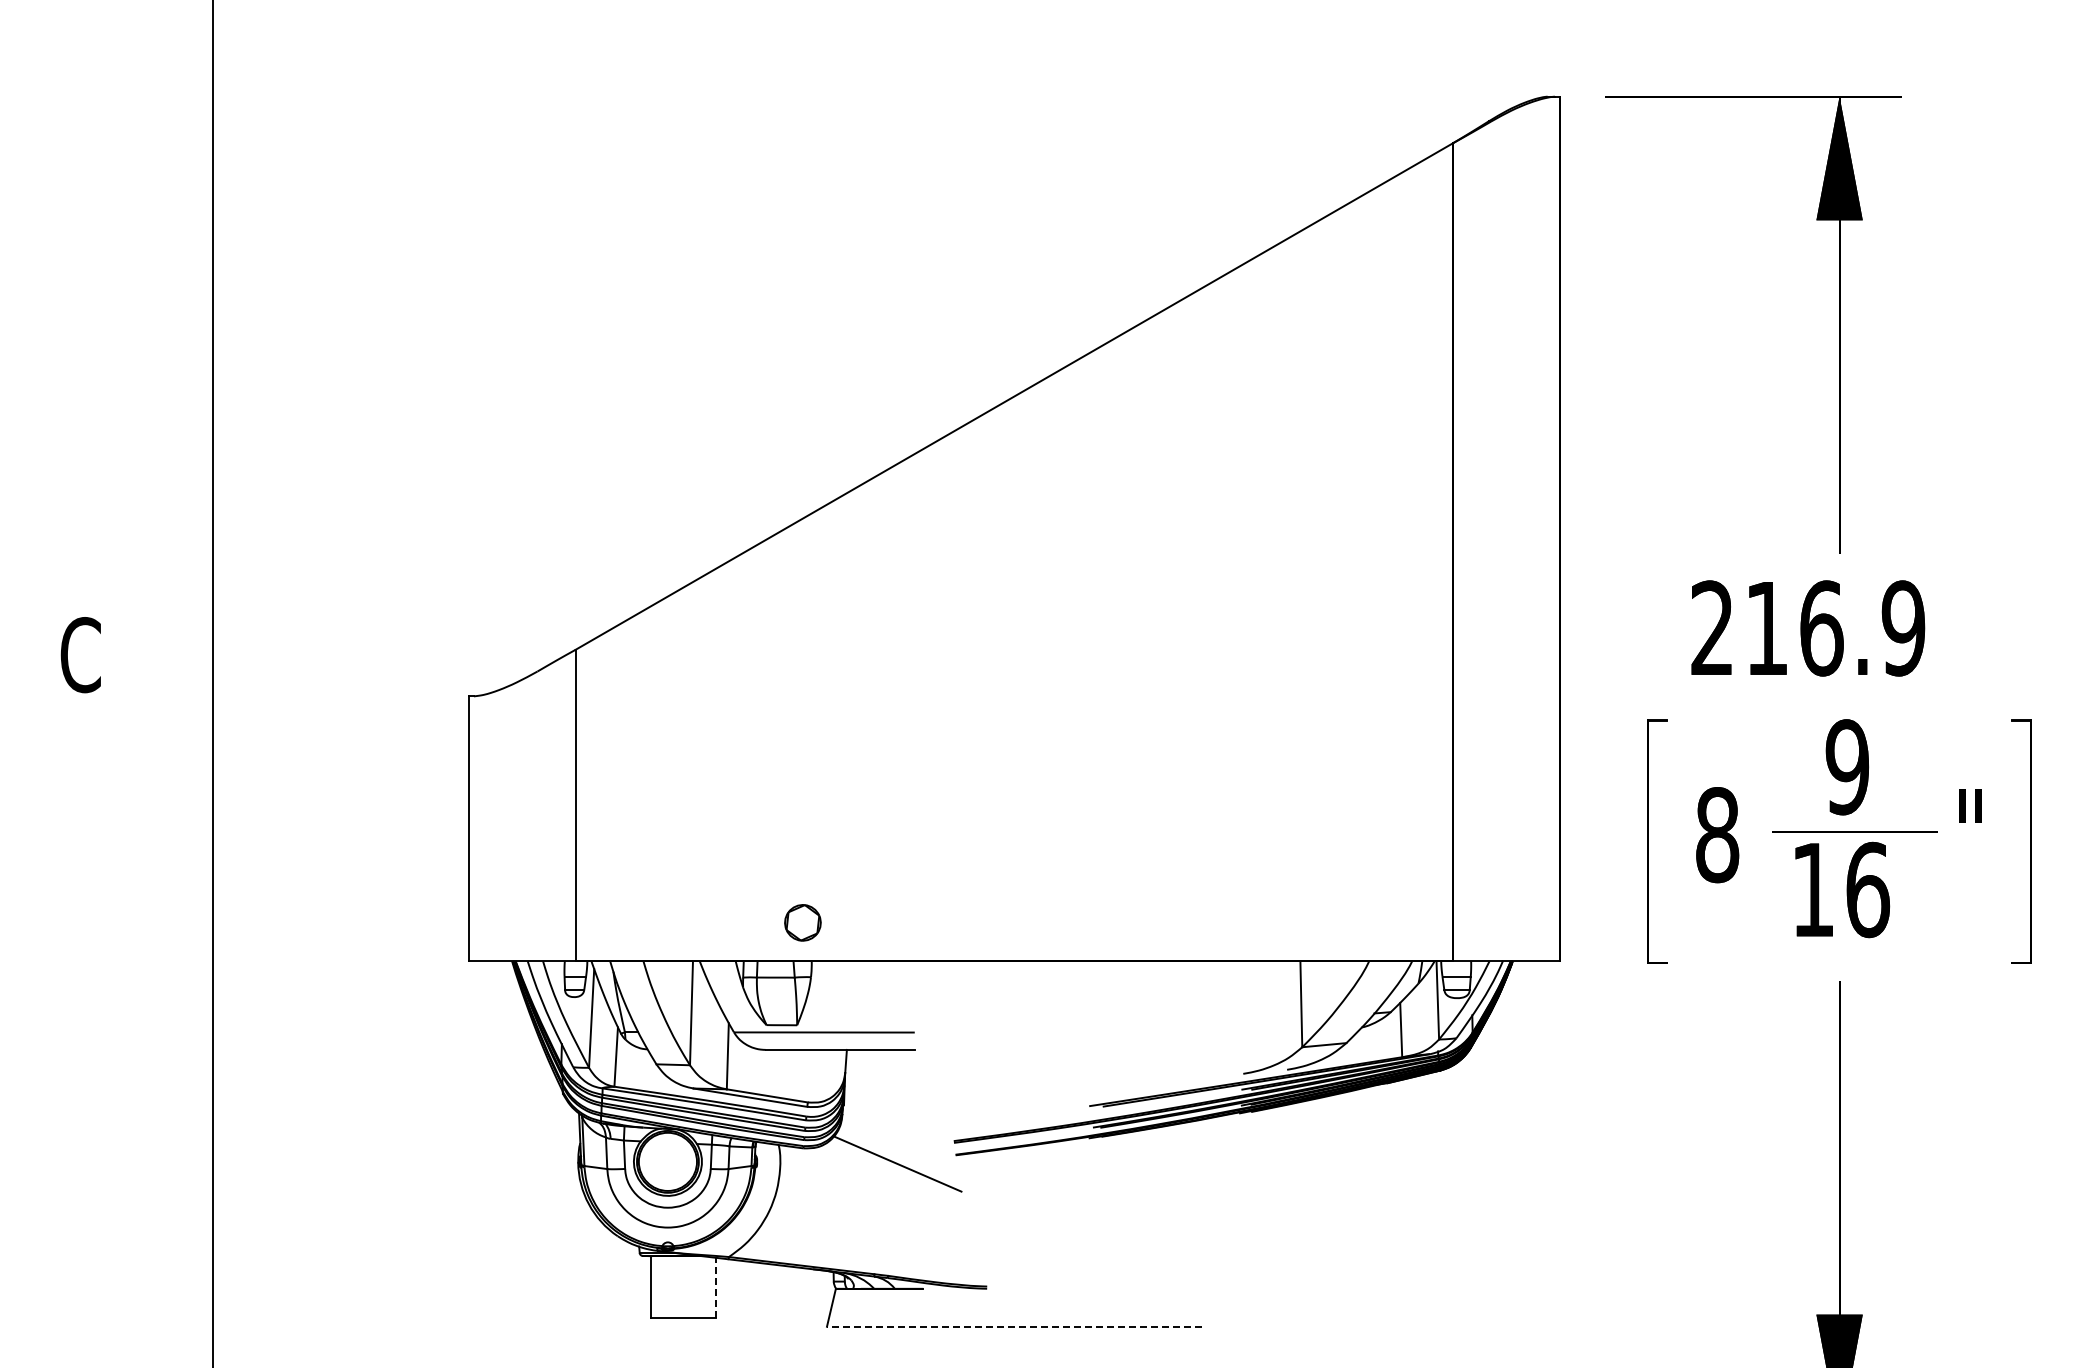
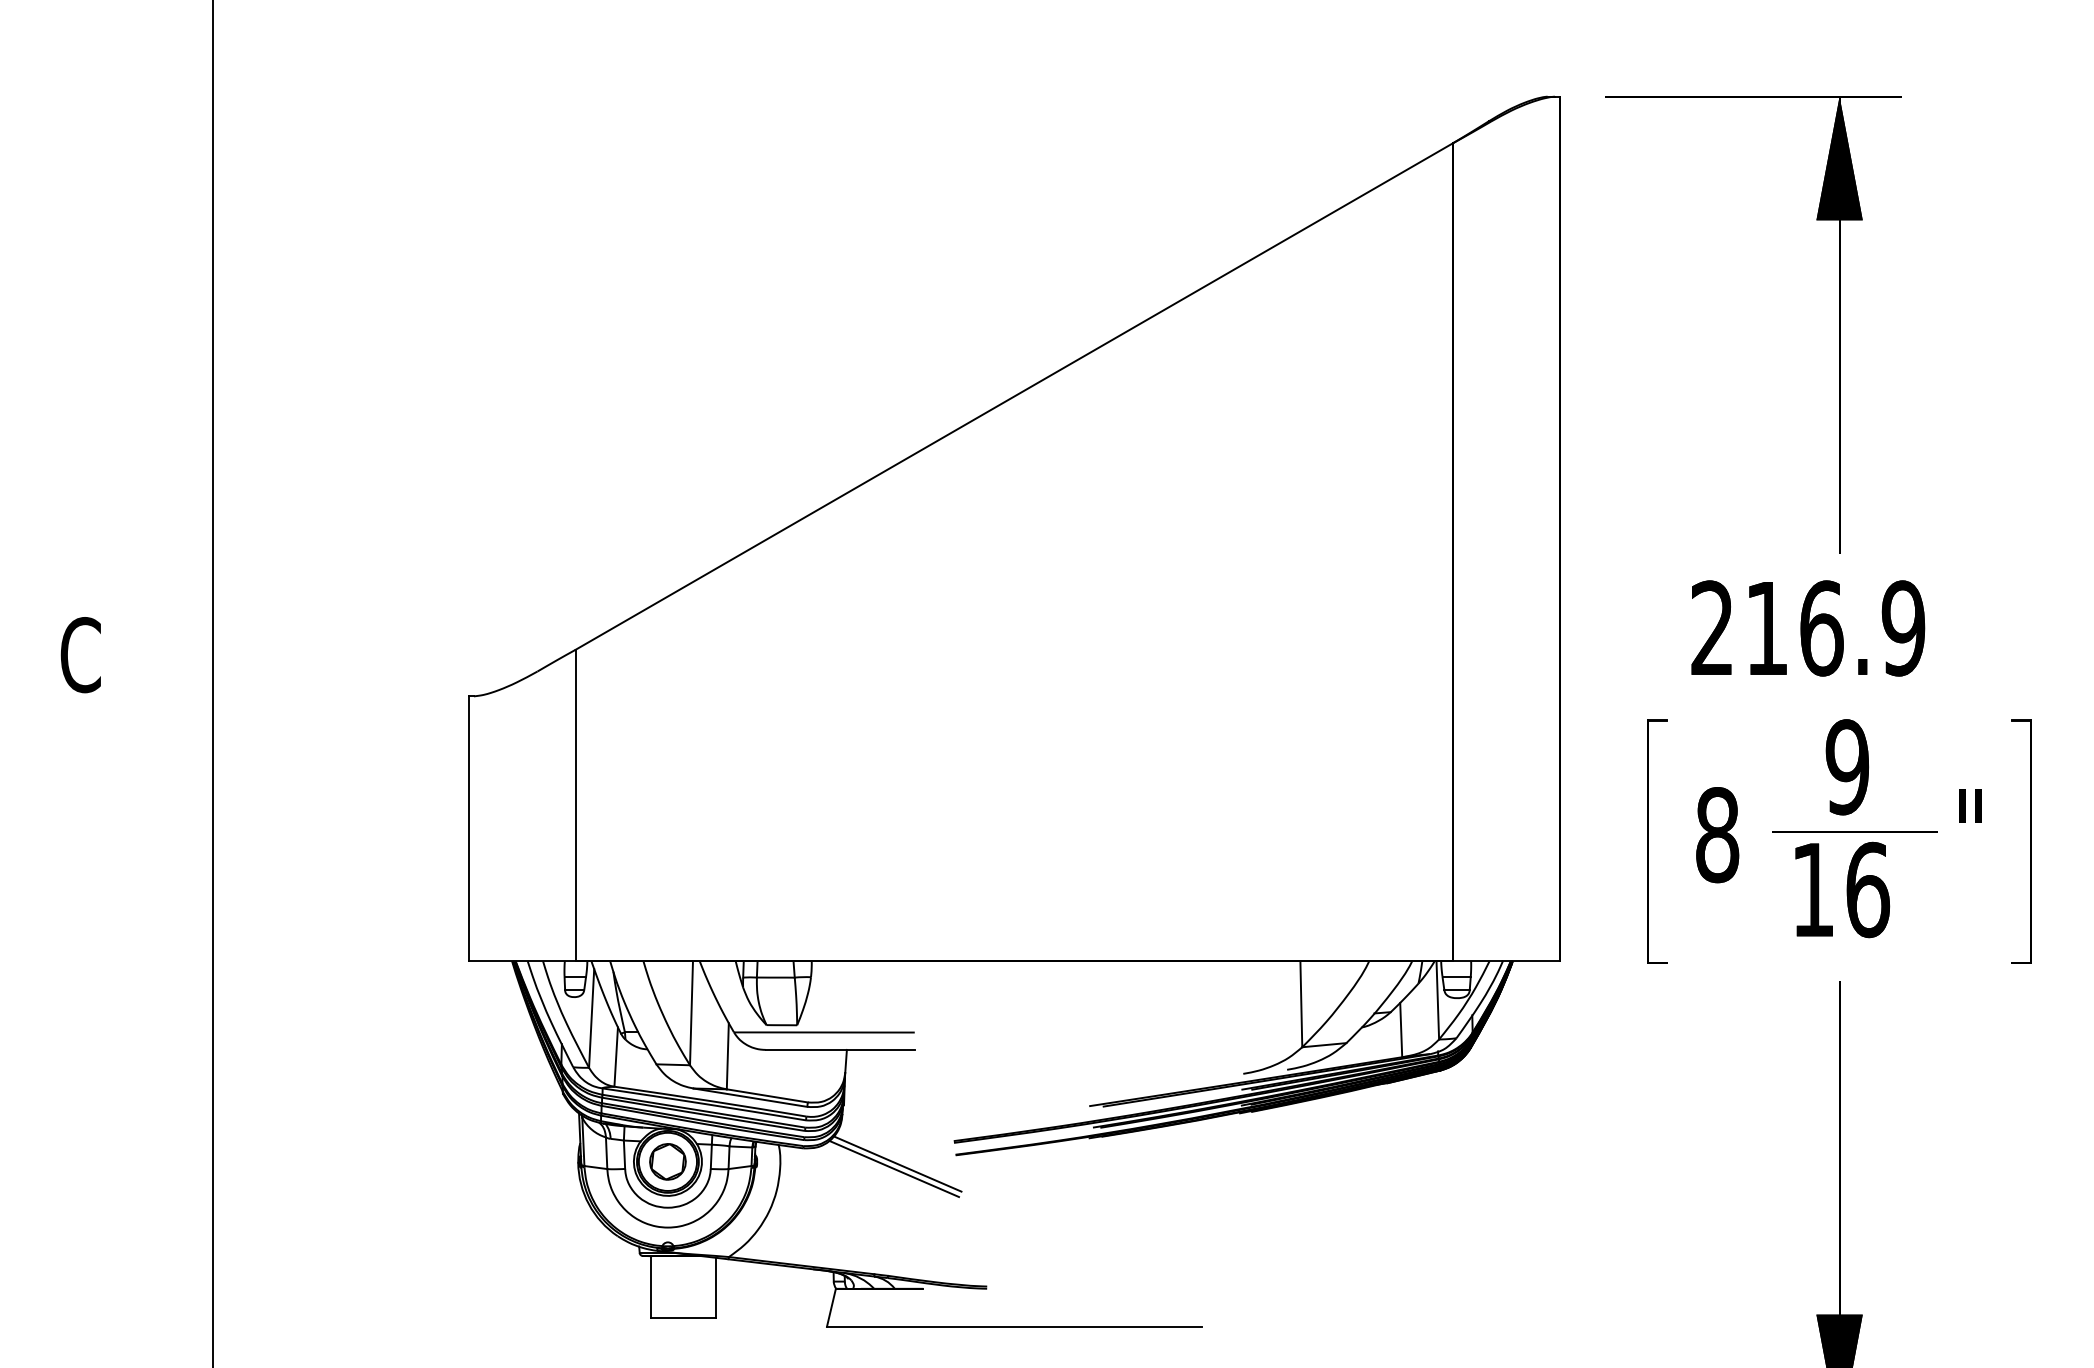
part at (802, 922) position: (802, 922) -> (667, 1161)
line at (894, 1168): none -> present
line at (715, 1287): dashed -> solid
line at (1013, 1326): dashed -> solid
